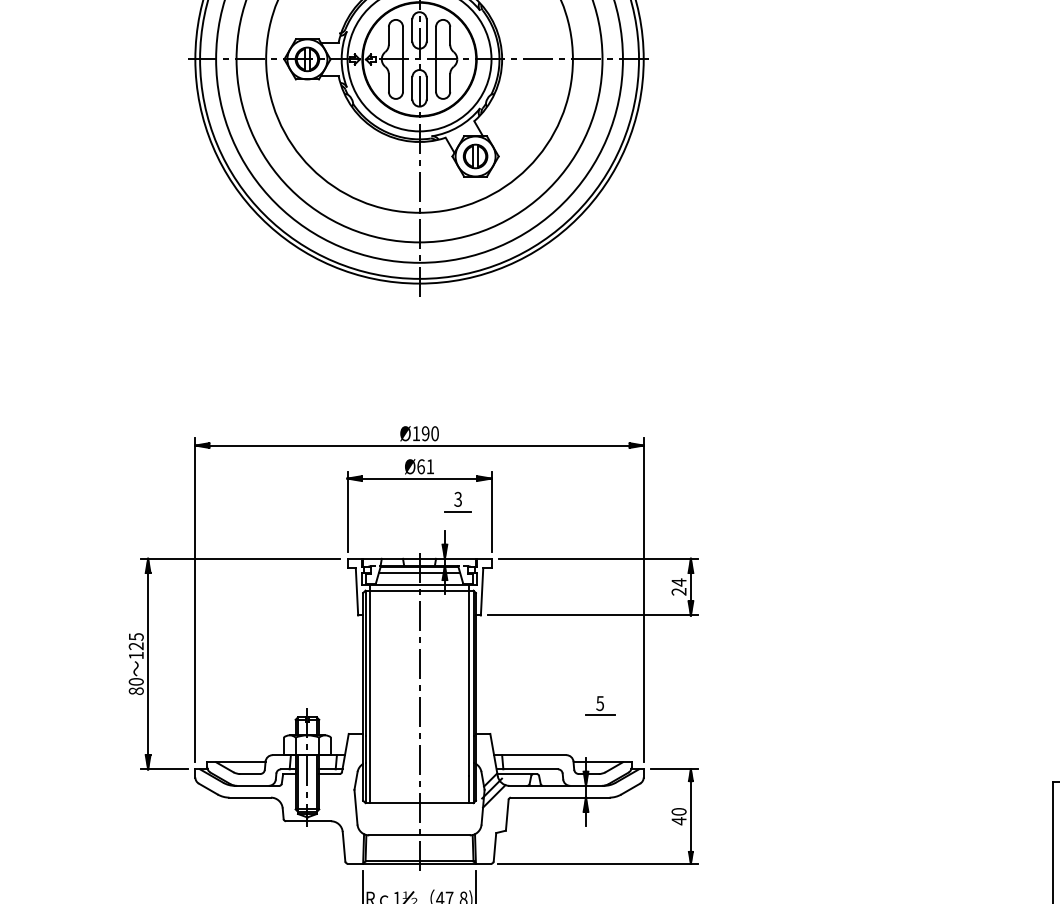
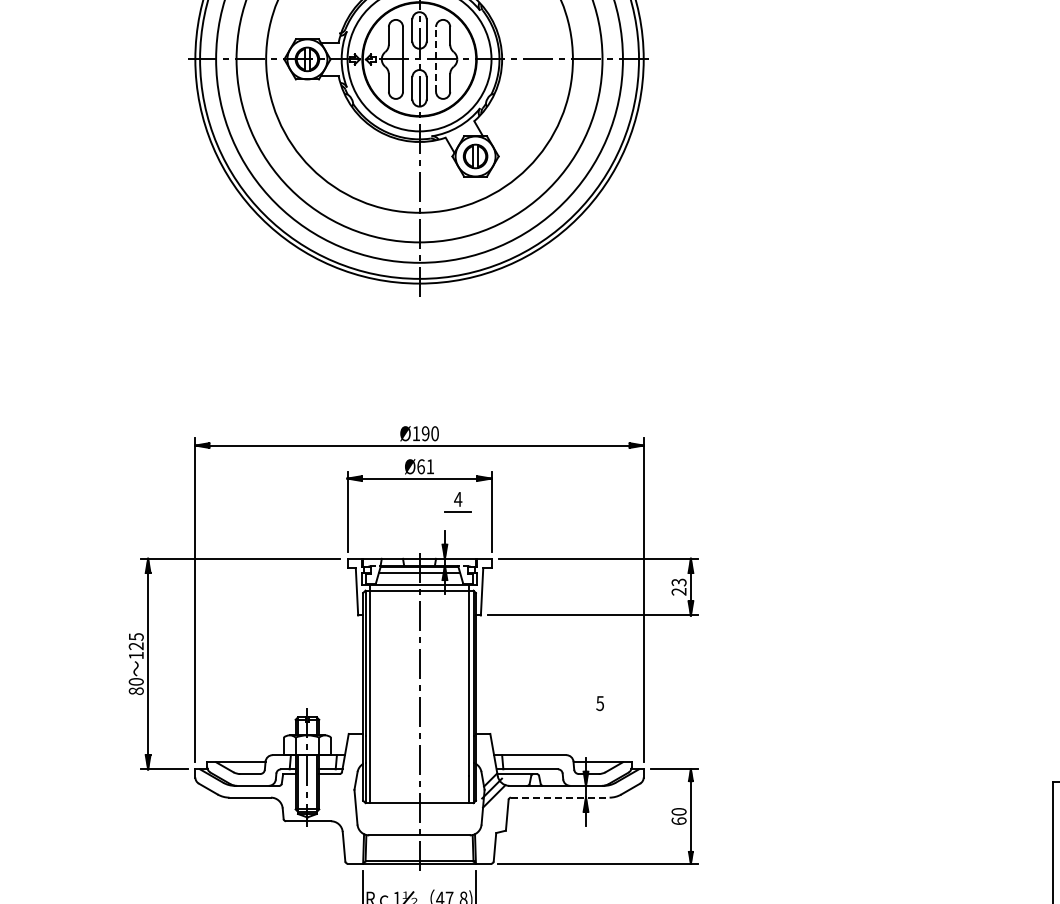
line at (436, 58): solid -> dashed
text at (458, 498): 3 -> 4
text at (678, 582): 24 -> 23
line at (600, 715): present -> none
line at (560, 797): solid -> dashed
text at (678, 821): 40 -> 60
